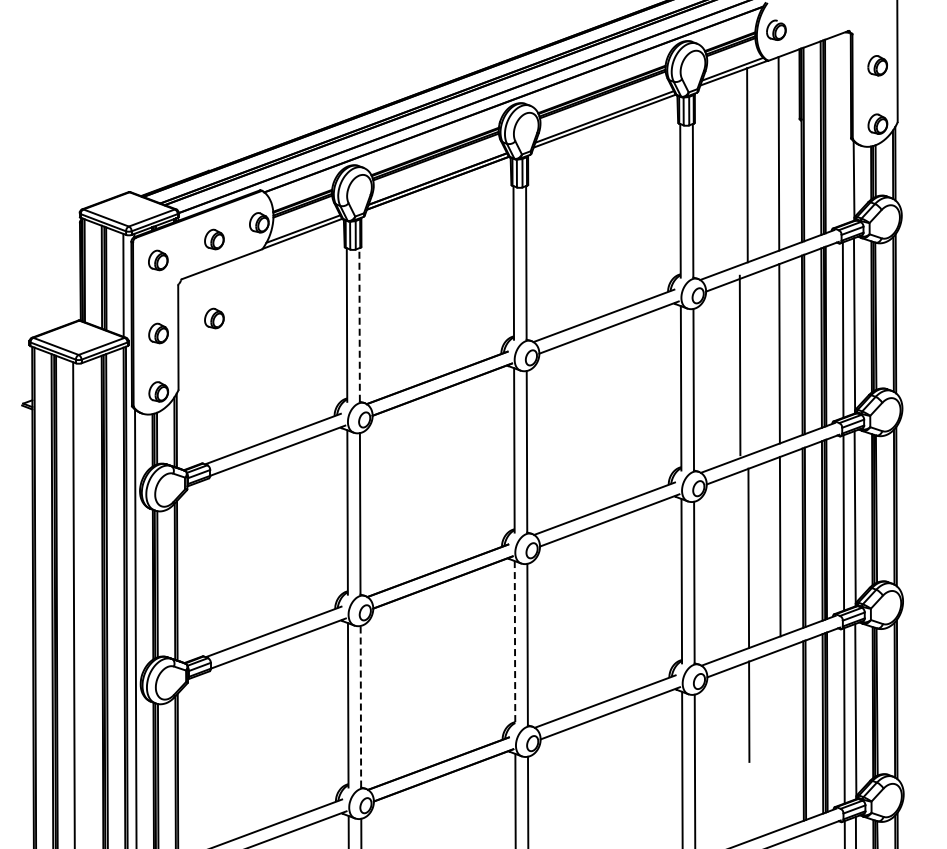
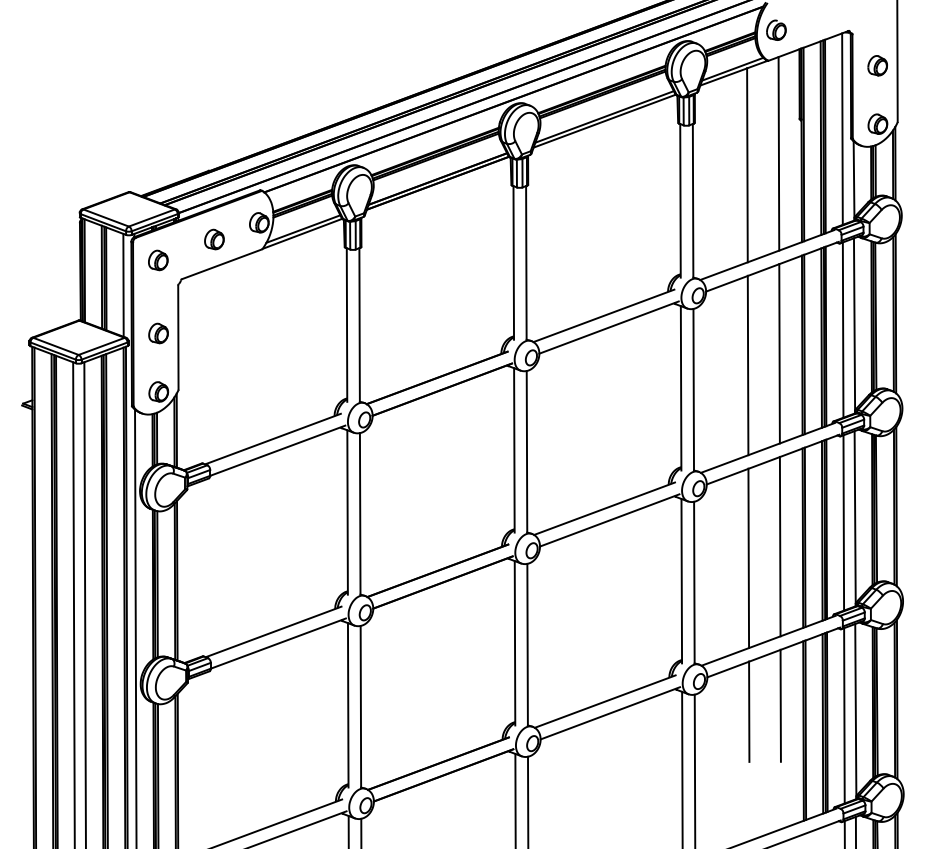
line at (842, 128): none -> present
part at (214, 318): present -> none
line at (359, 324): dashed -> solid
line at (739, 365) position: (739, 365) -> (747, 365)
line at (84, 603): none -> present
line at (515, 643): dashed -> solid
line at (780, 705): none -> present
line at (360, 706): dashed -> solid
